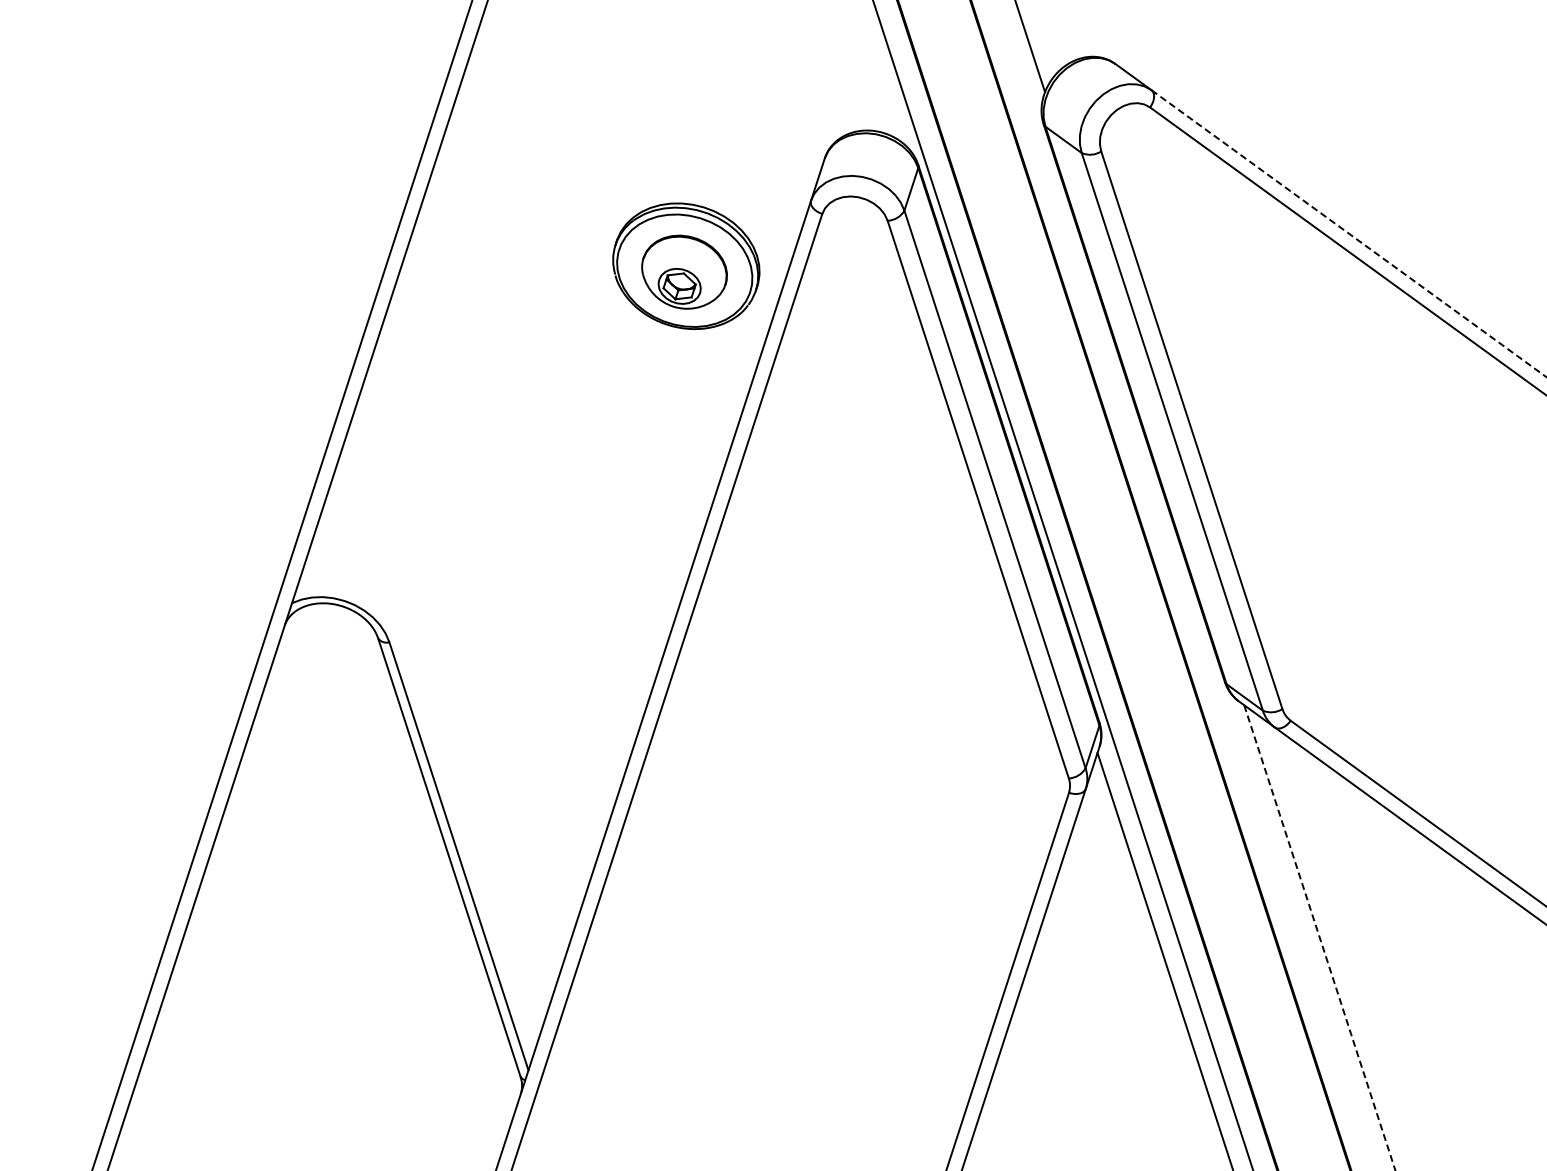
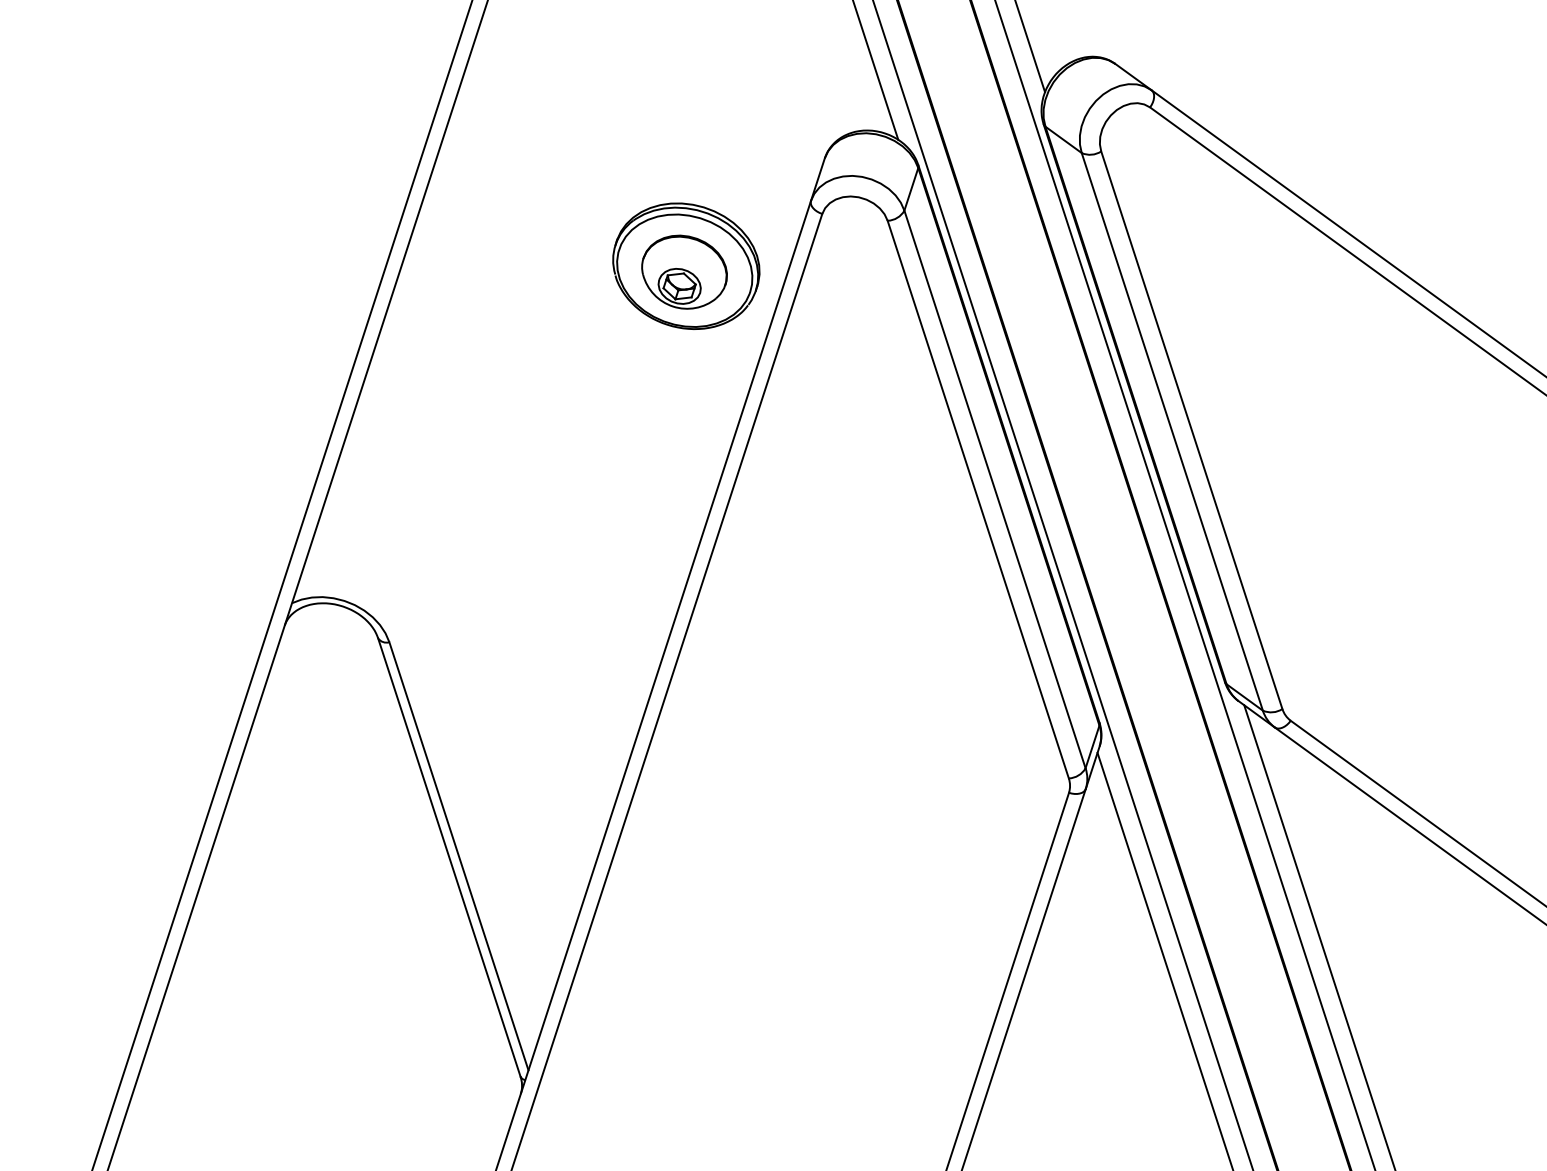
line at (875, 70): none -> present
line at (1348, 233): dashed -> solid
line at (1184, 584): none -> present
line at (1319, 938): dashed -> solid
